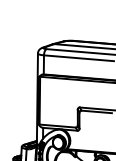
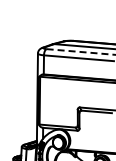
line at (81, 52): solid -> dashed
